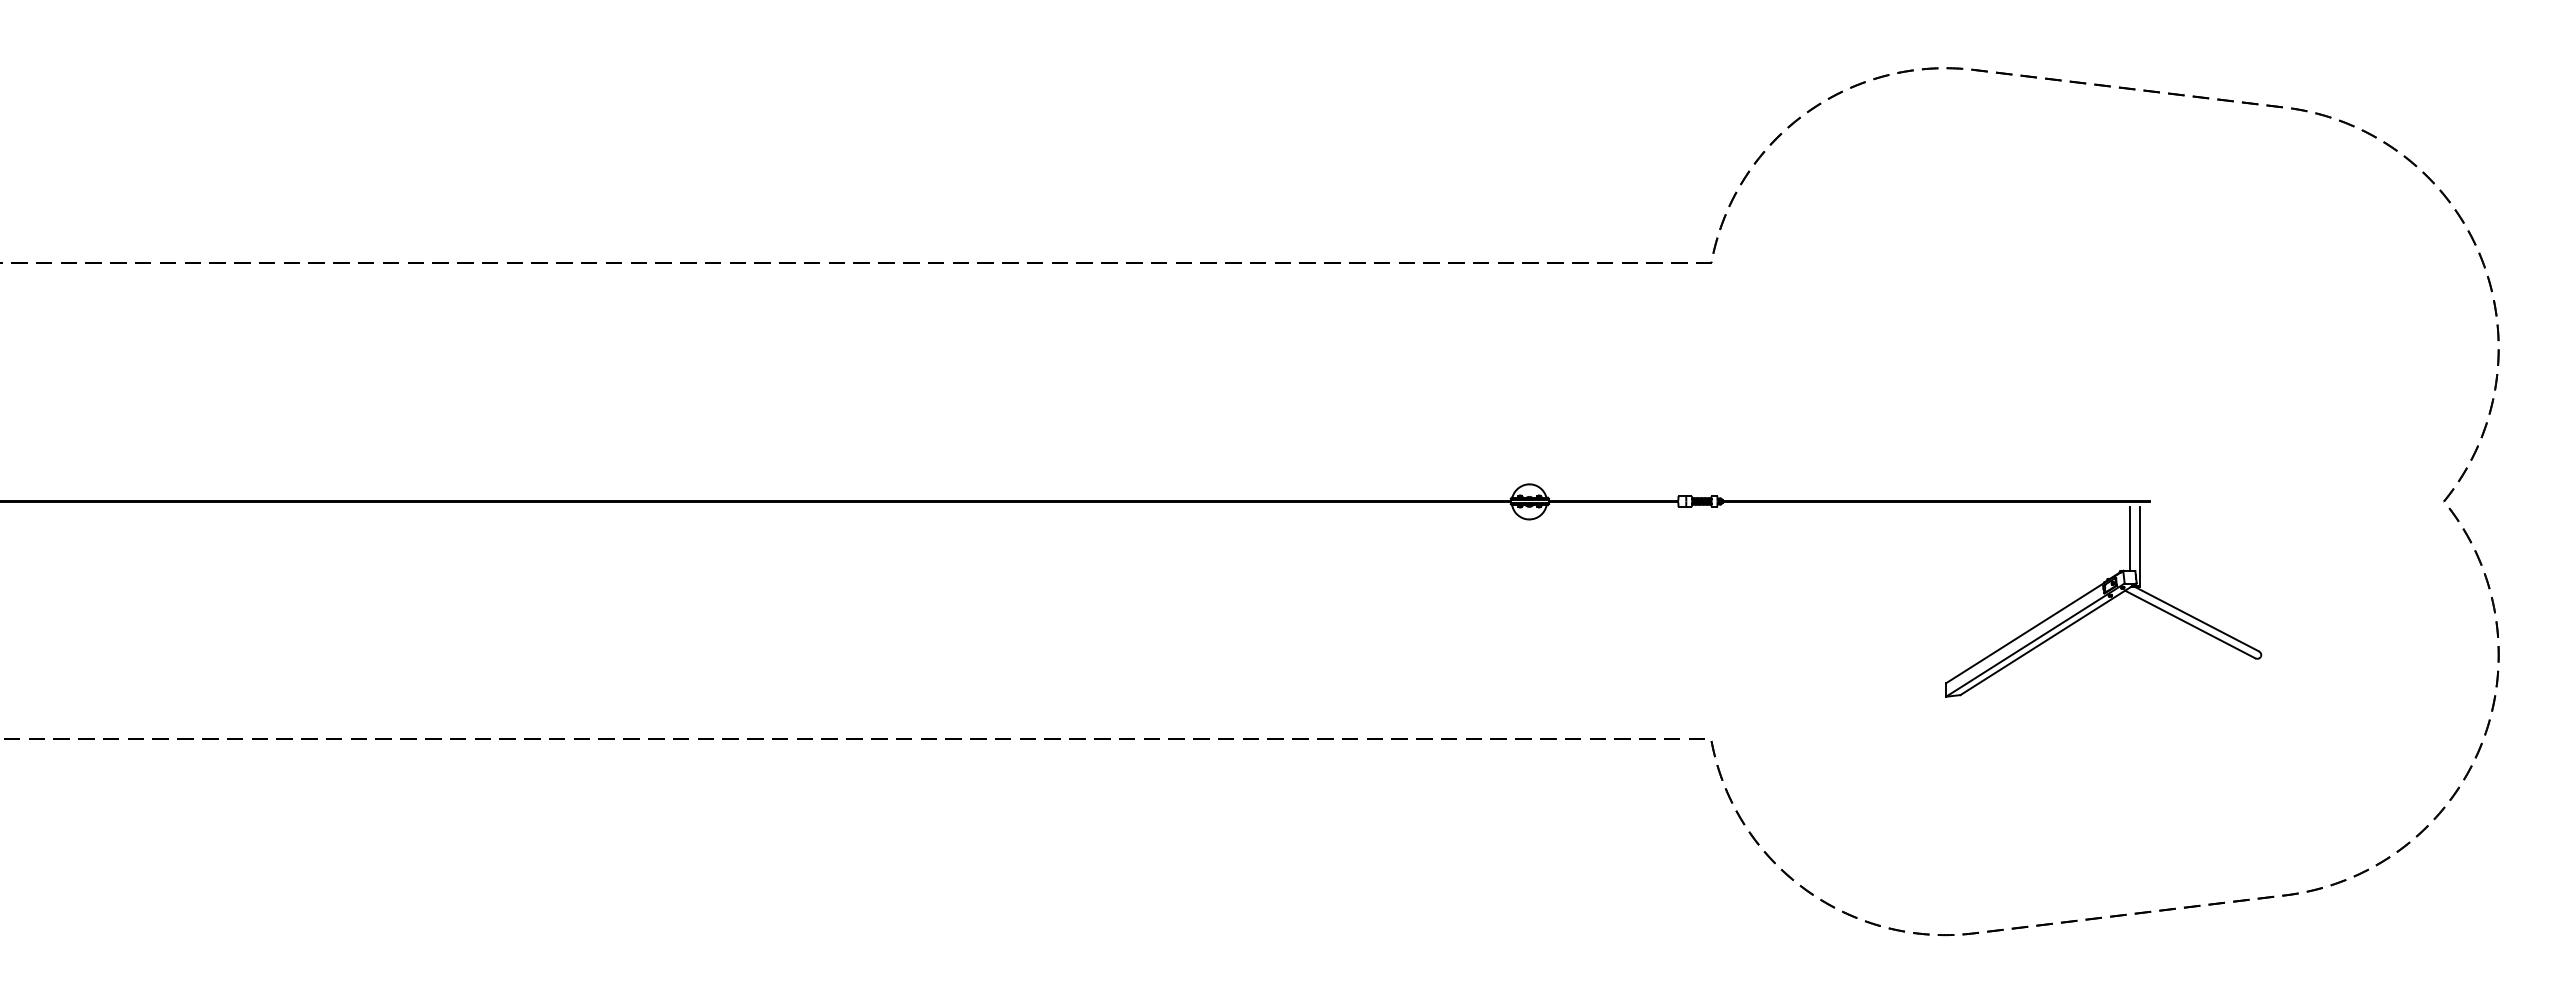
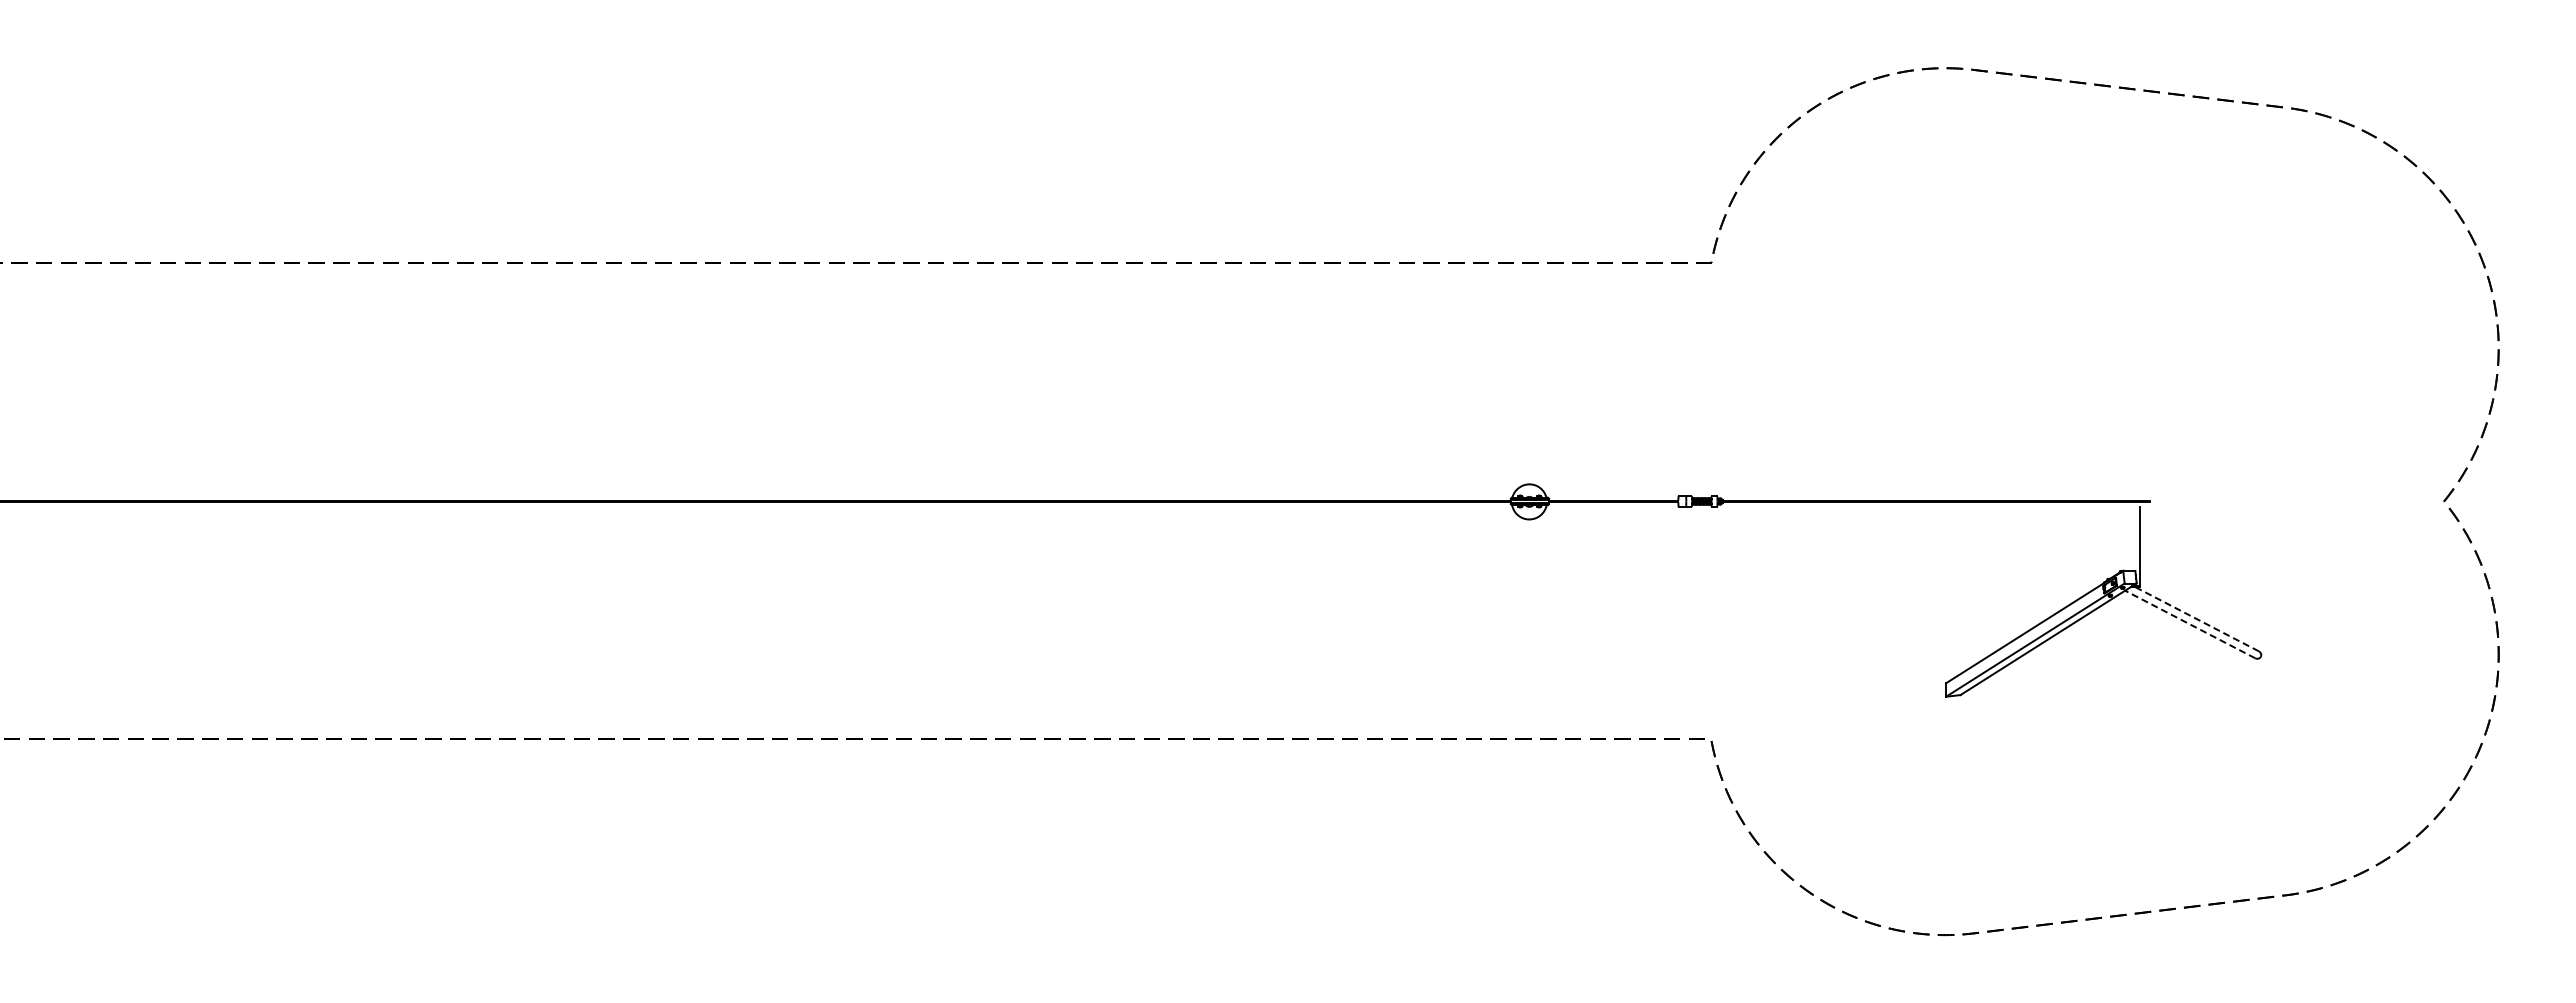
line at (2129, 538): present -> none
line at (2196, 619): solid -> dashed
line at (2189, 624): solid -> dashed
